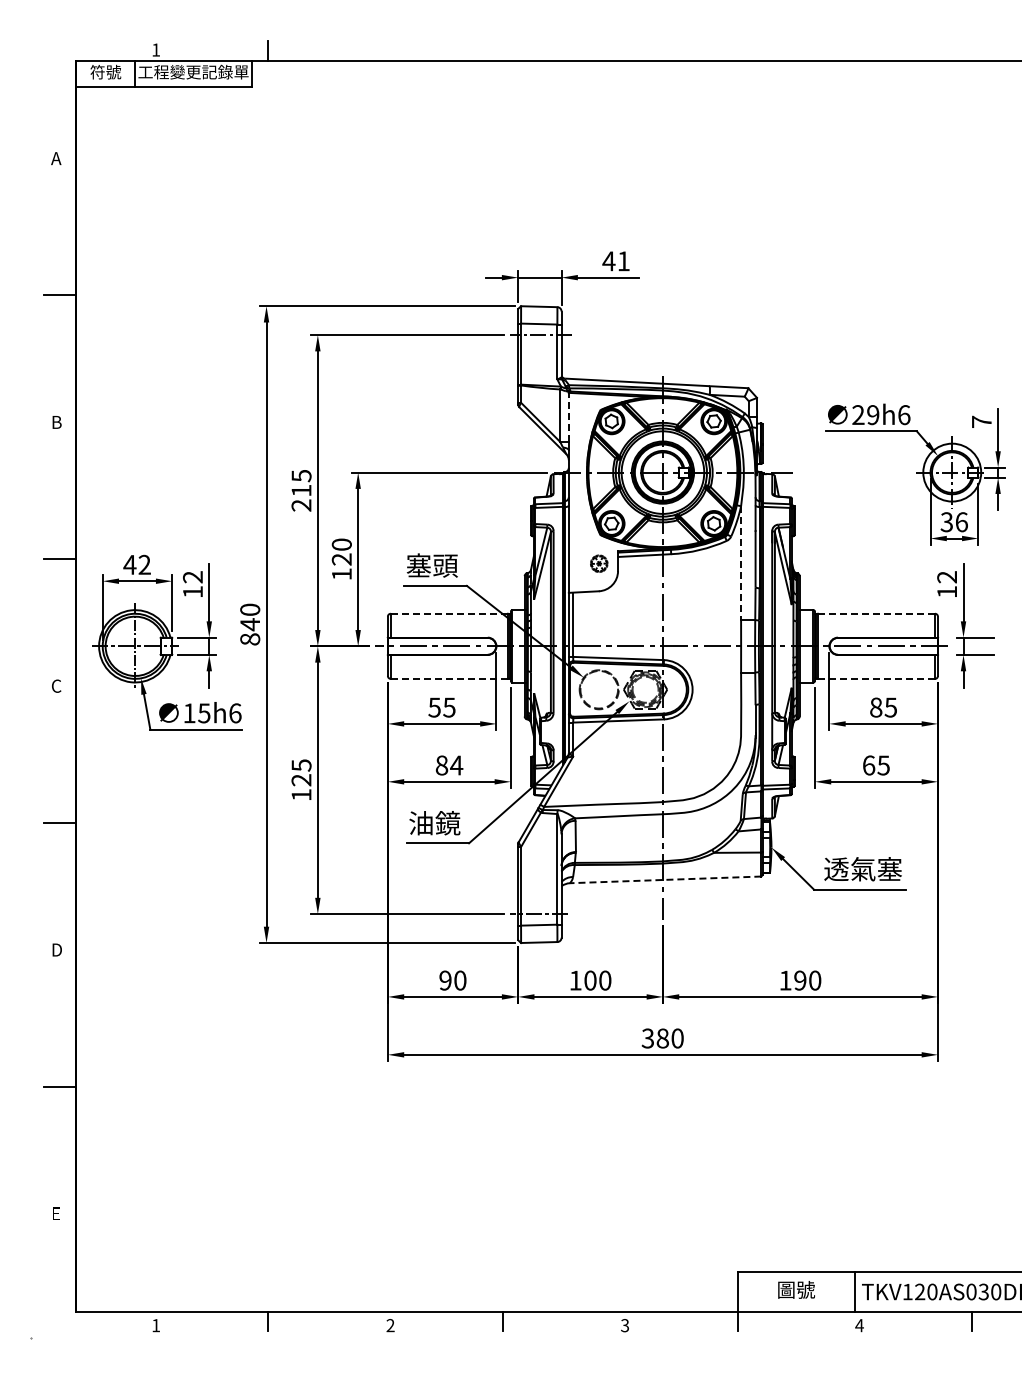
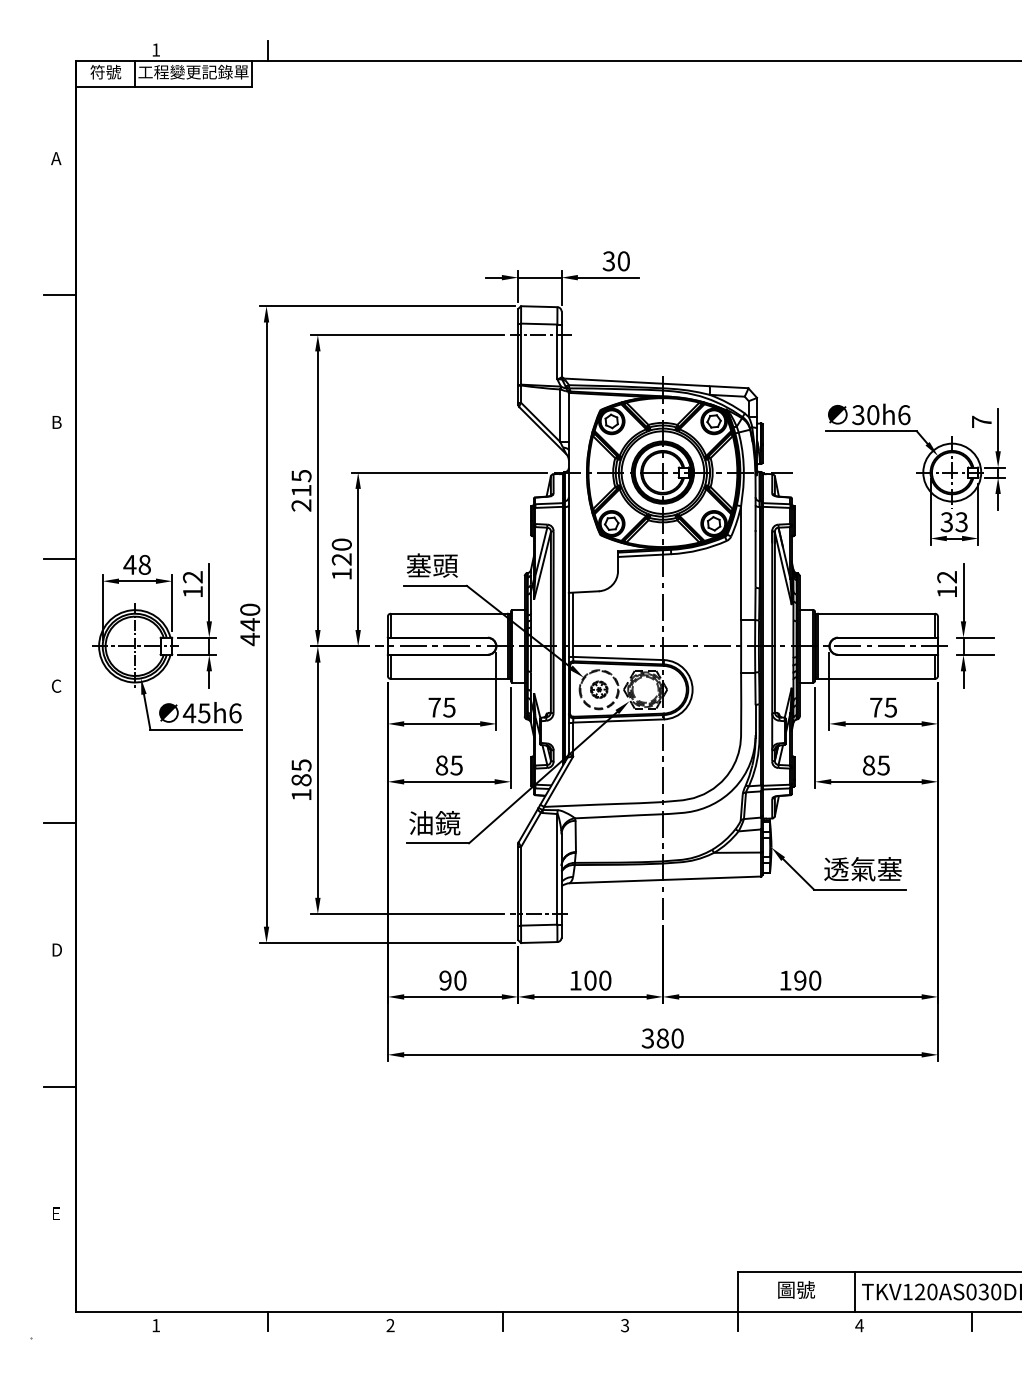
text at (615, 261): 41 -> 30
text at (865, 415): 29h6 -> 30h6
line at (568, 417): dashed -> solid
text at (961, 522): 36 -> 33
part at (599, 563) position: (599, 563) -> (599, 689)
line at (741, 563): dashed -> solid
text at (144, 564): 42 -> 48
line at (449, 613): dashed -> solid
line at (876, 613): dashed -> solid
text at (250, 639): 840 -> 440
line at (449, 678): dashed -> solid
line at (876, 678): dashed -> solid
text at (434, 707): 55 -> 75
text at (876, 707): 85 -> 75
text at (189, 713): 15h6 -> 45h6
text at (456, 765): 84 -> 85
text at (868, 765): 65 -> 85
text at (301, 780): 125 -> 185
line at (665, 879): dashed -> solid
